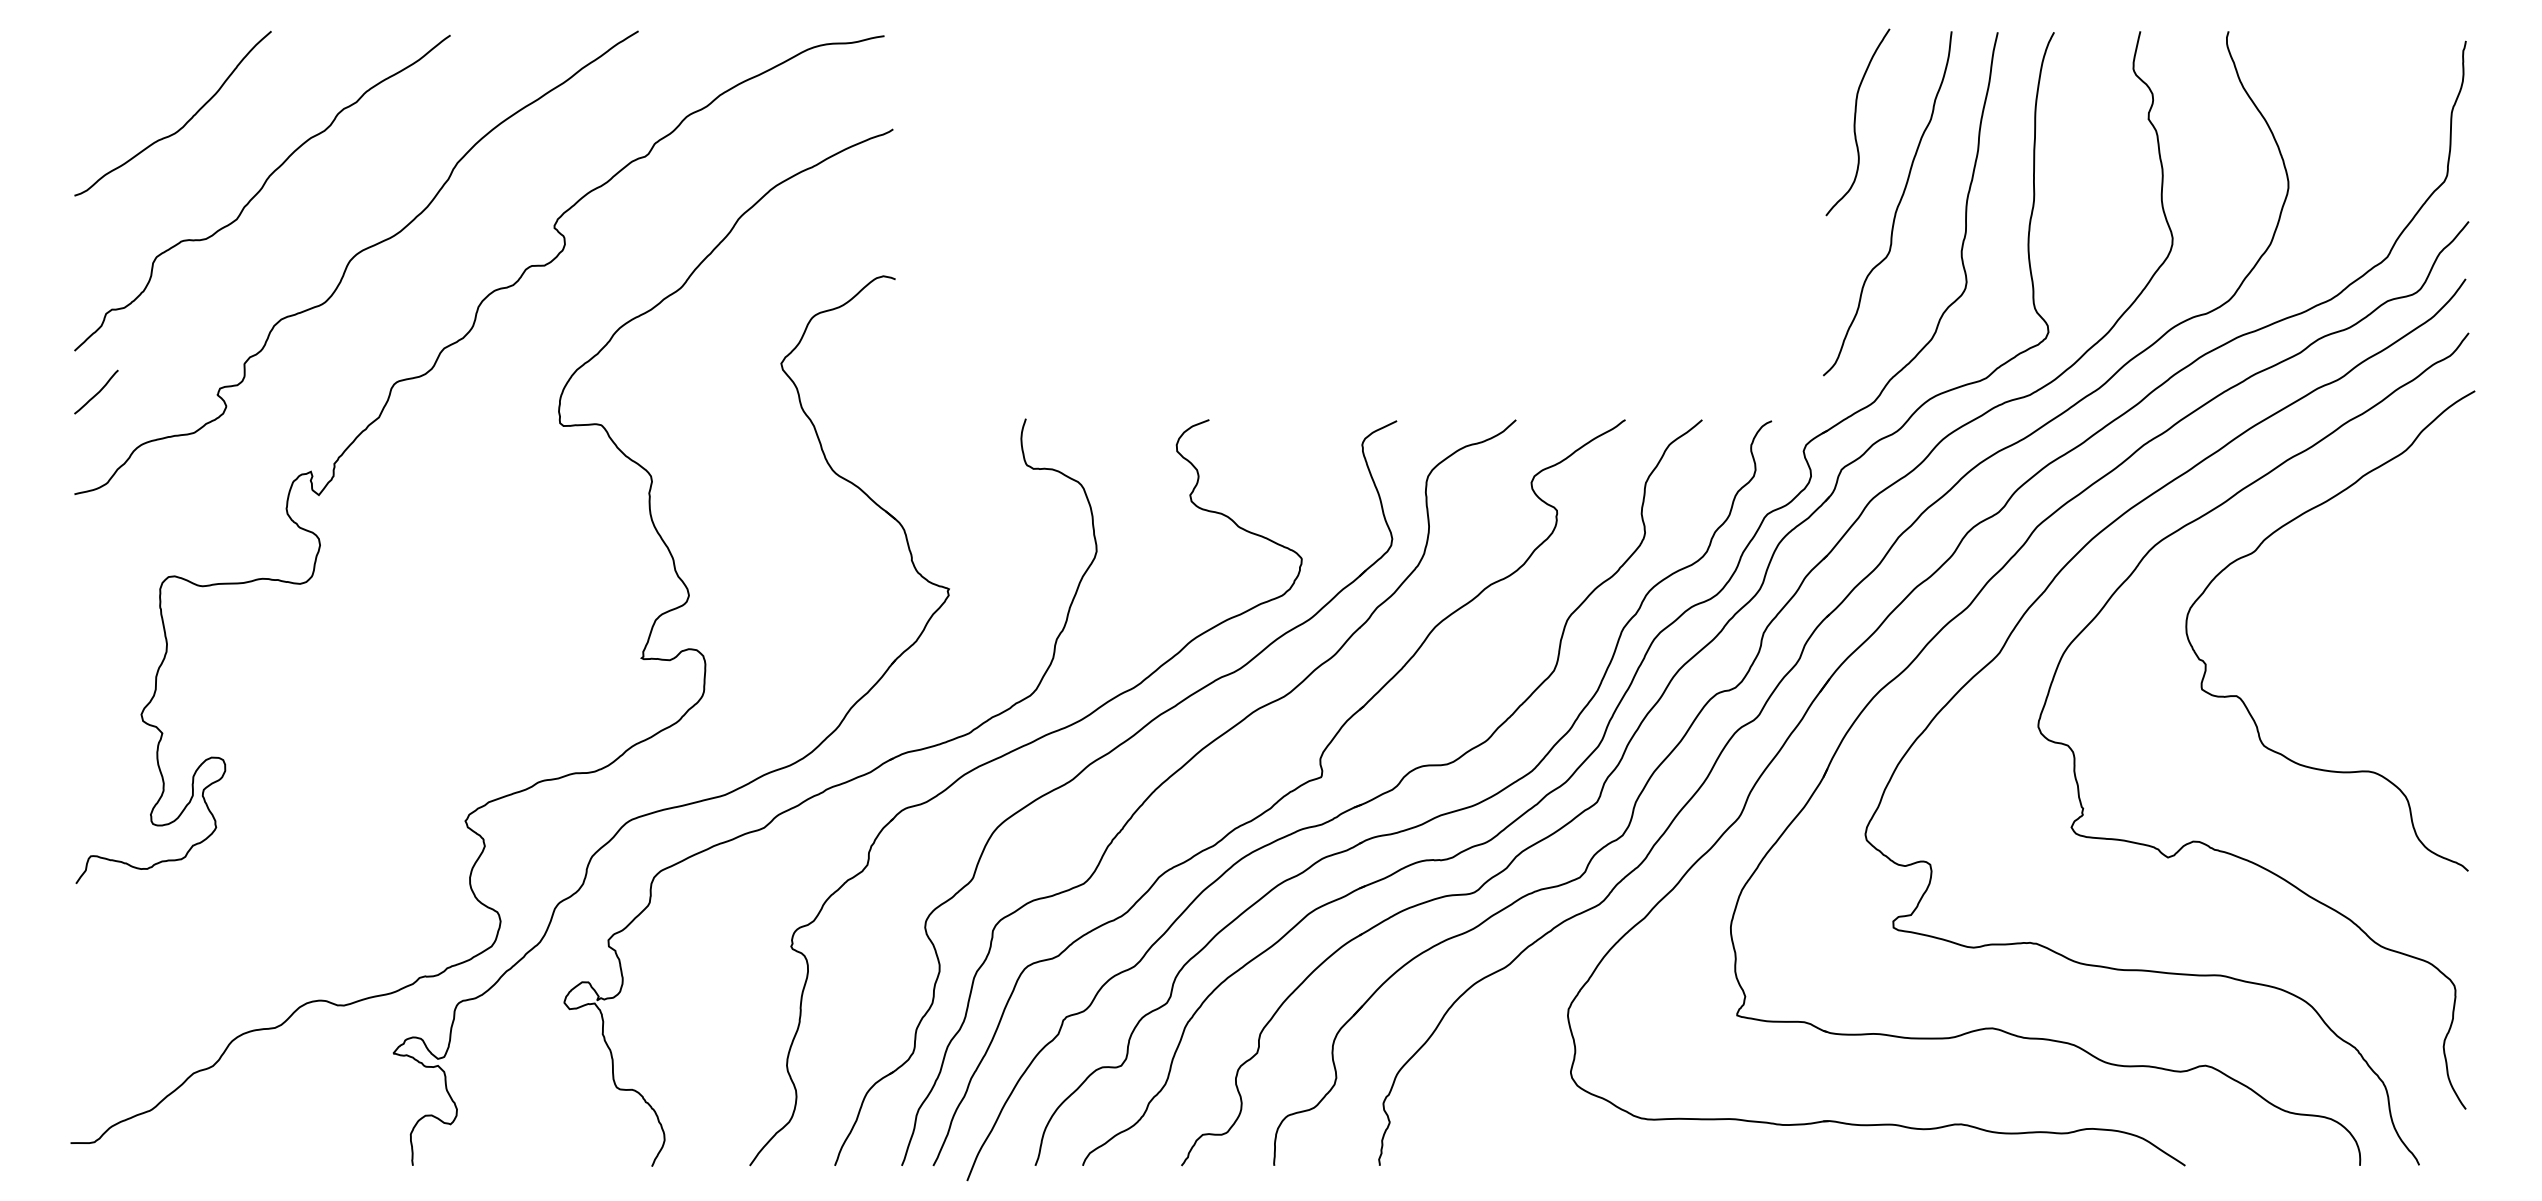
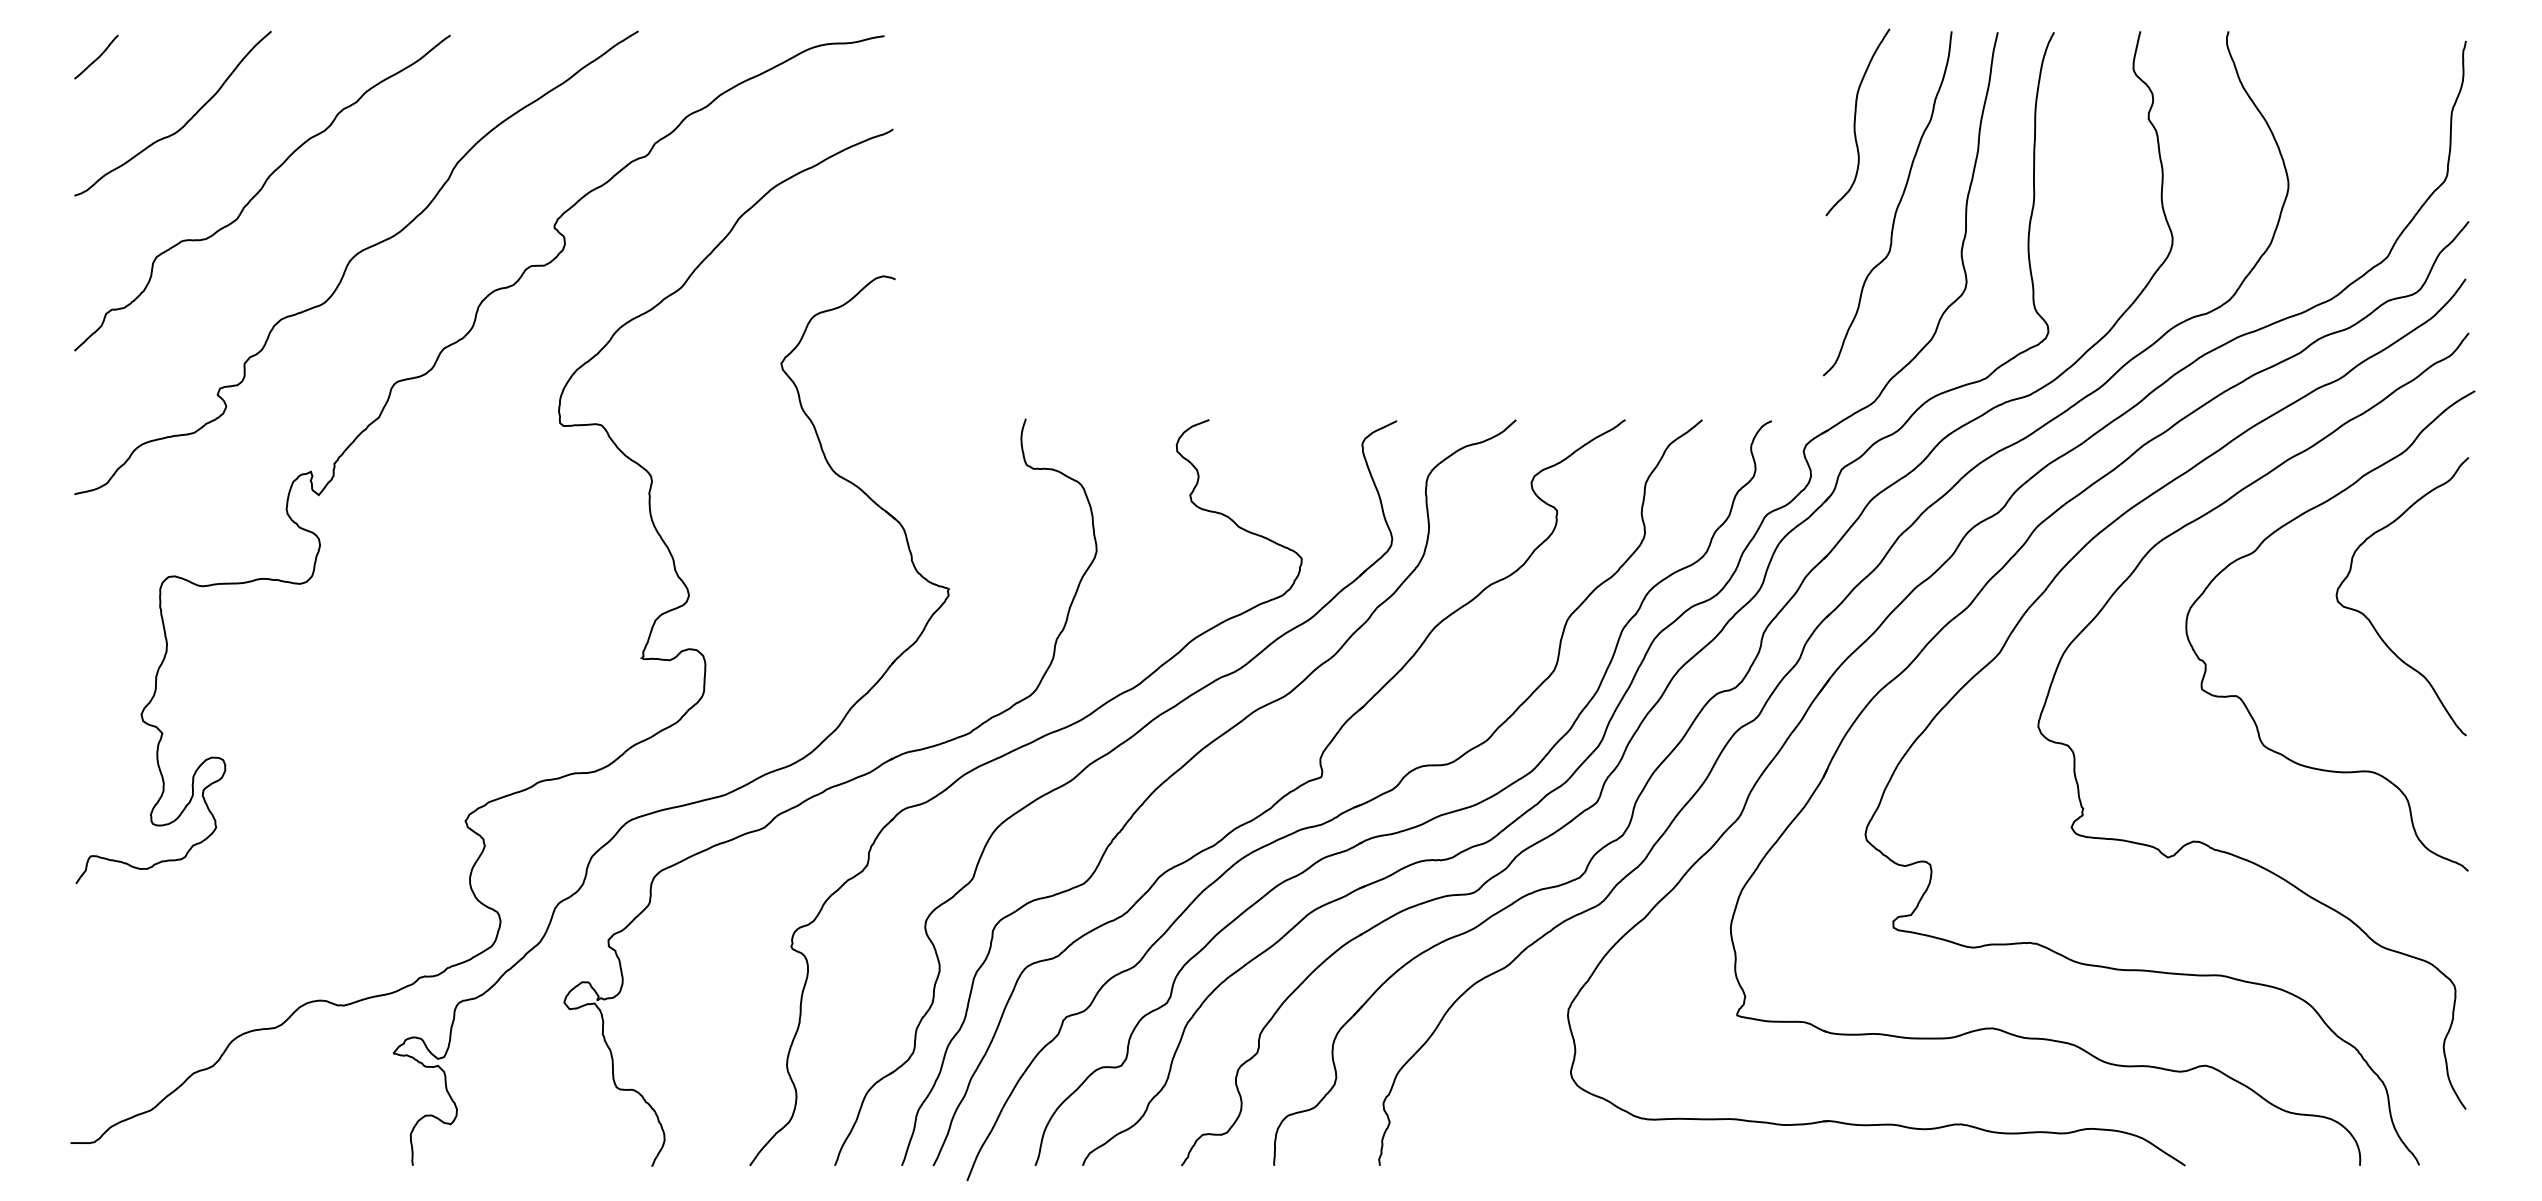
curve at (97, 392) position: (97, 392) -> (97, 57)
curve at (2371, 621): none -> present
